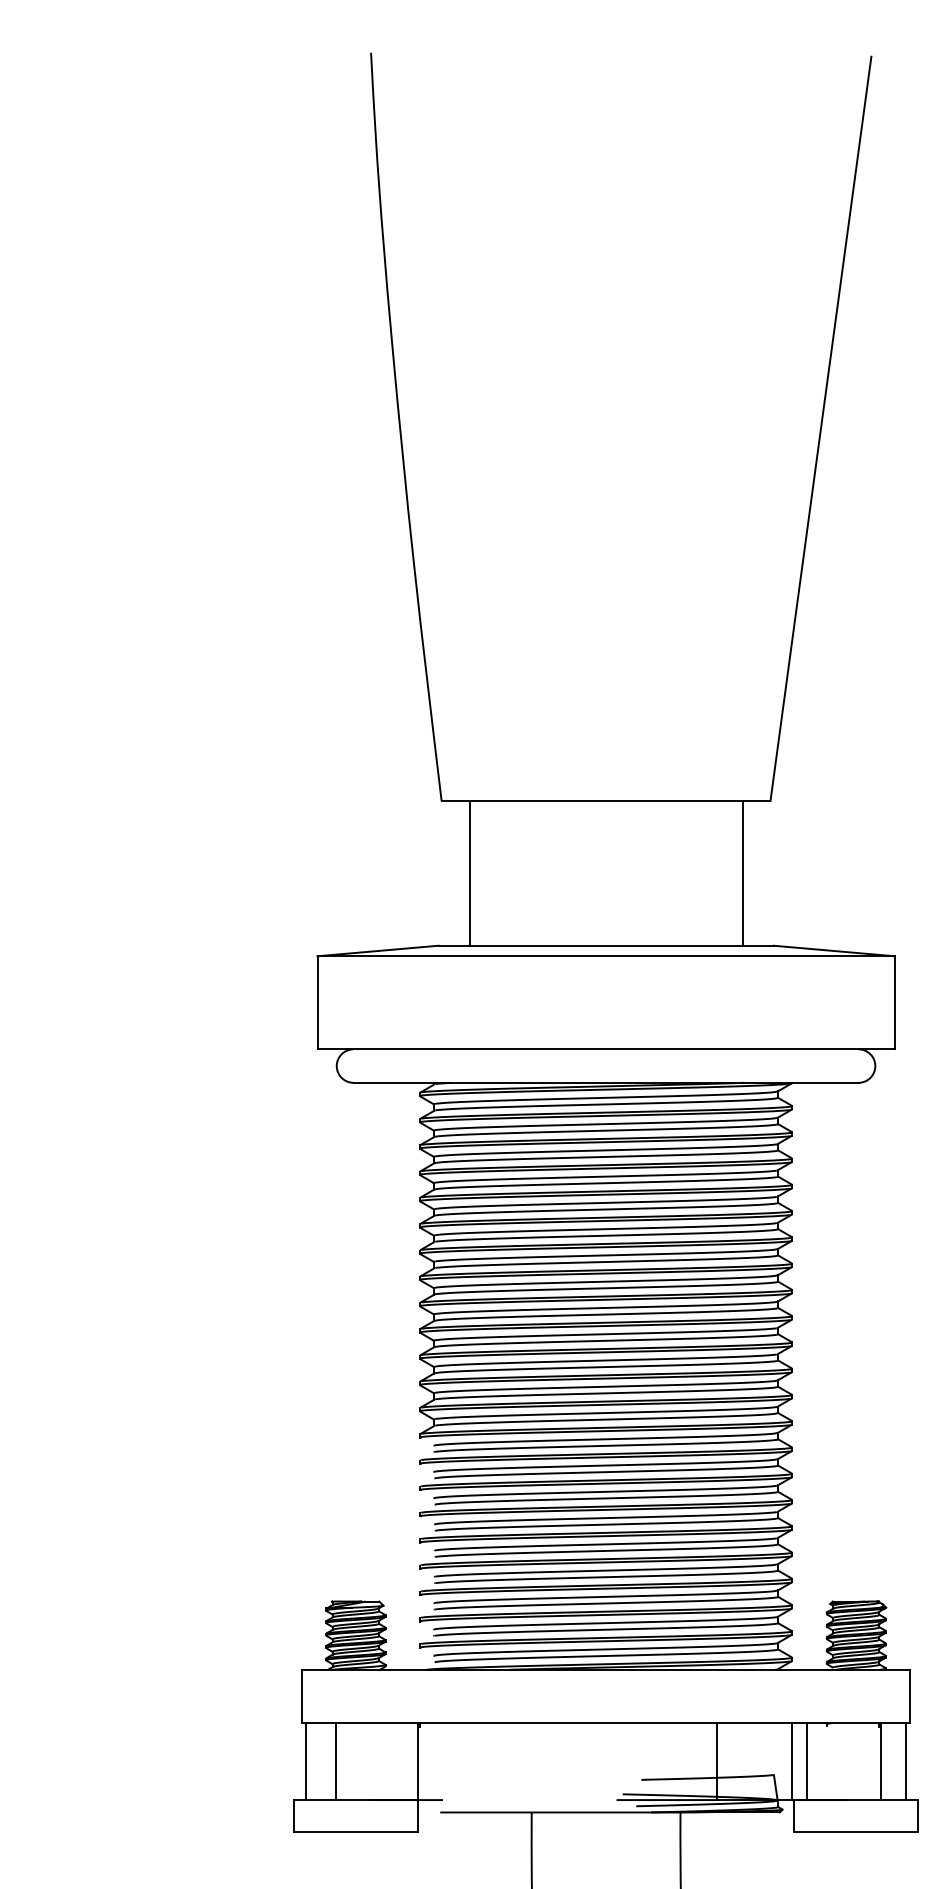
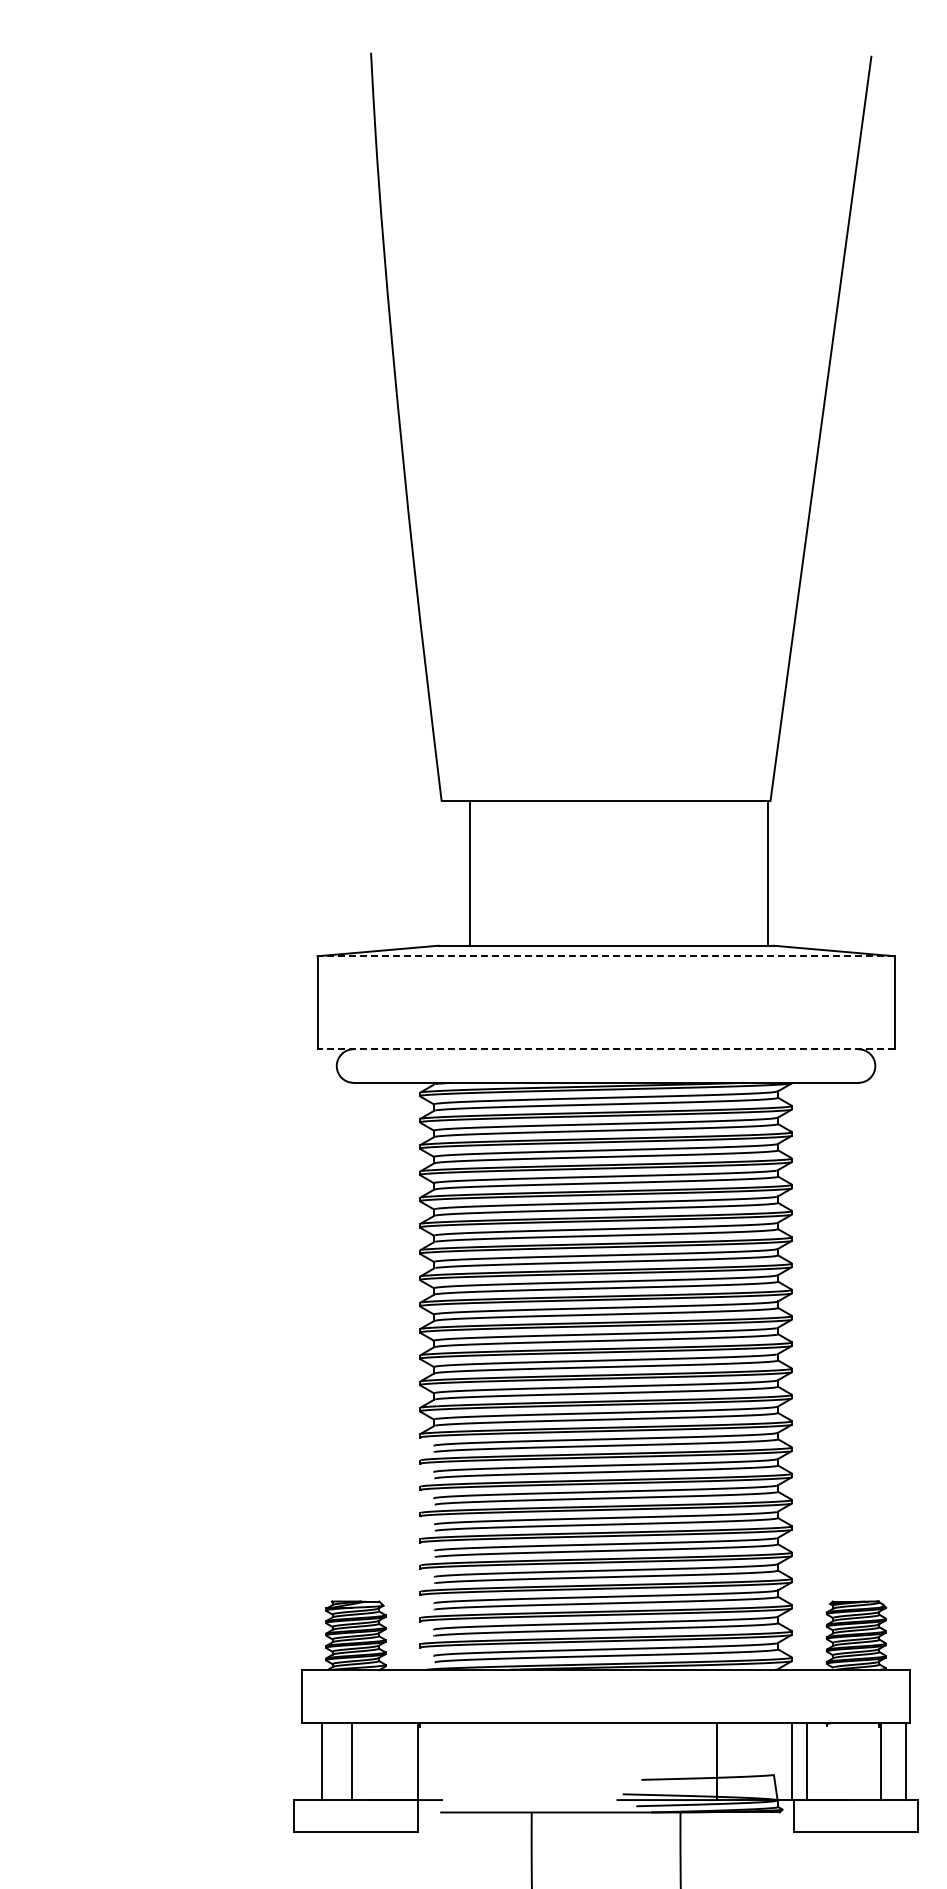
line at (742, 873) position: (742, 873) -> (767, 873)
line at (606, 956): solid -> dashed
line at (606, 1049): solid -> dashed
line at (306, 1761) position: (306, 1761) -> (322, 1761)
line at (336, 1761) position: (336, 1761) -> (352, 1761)
